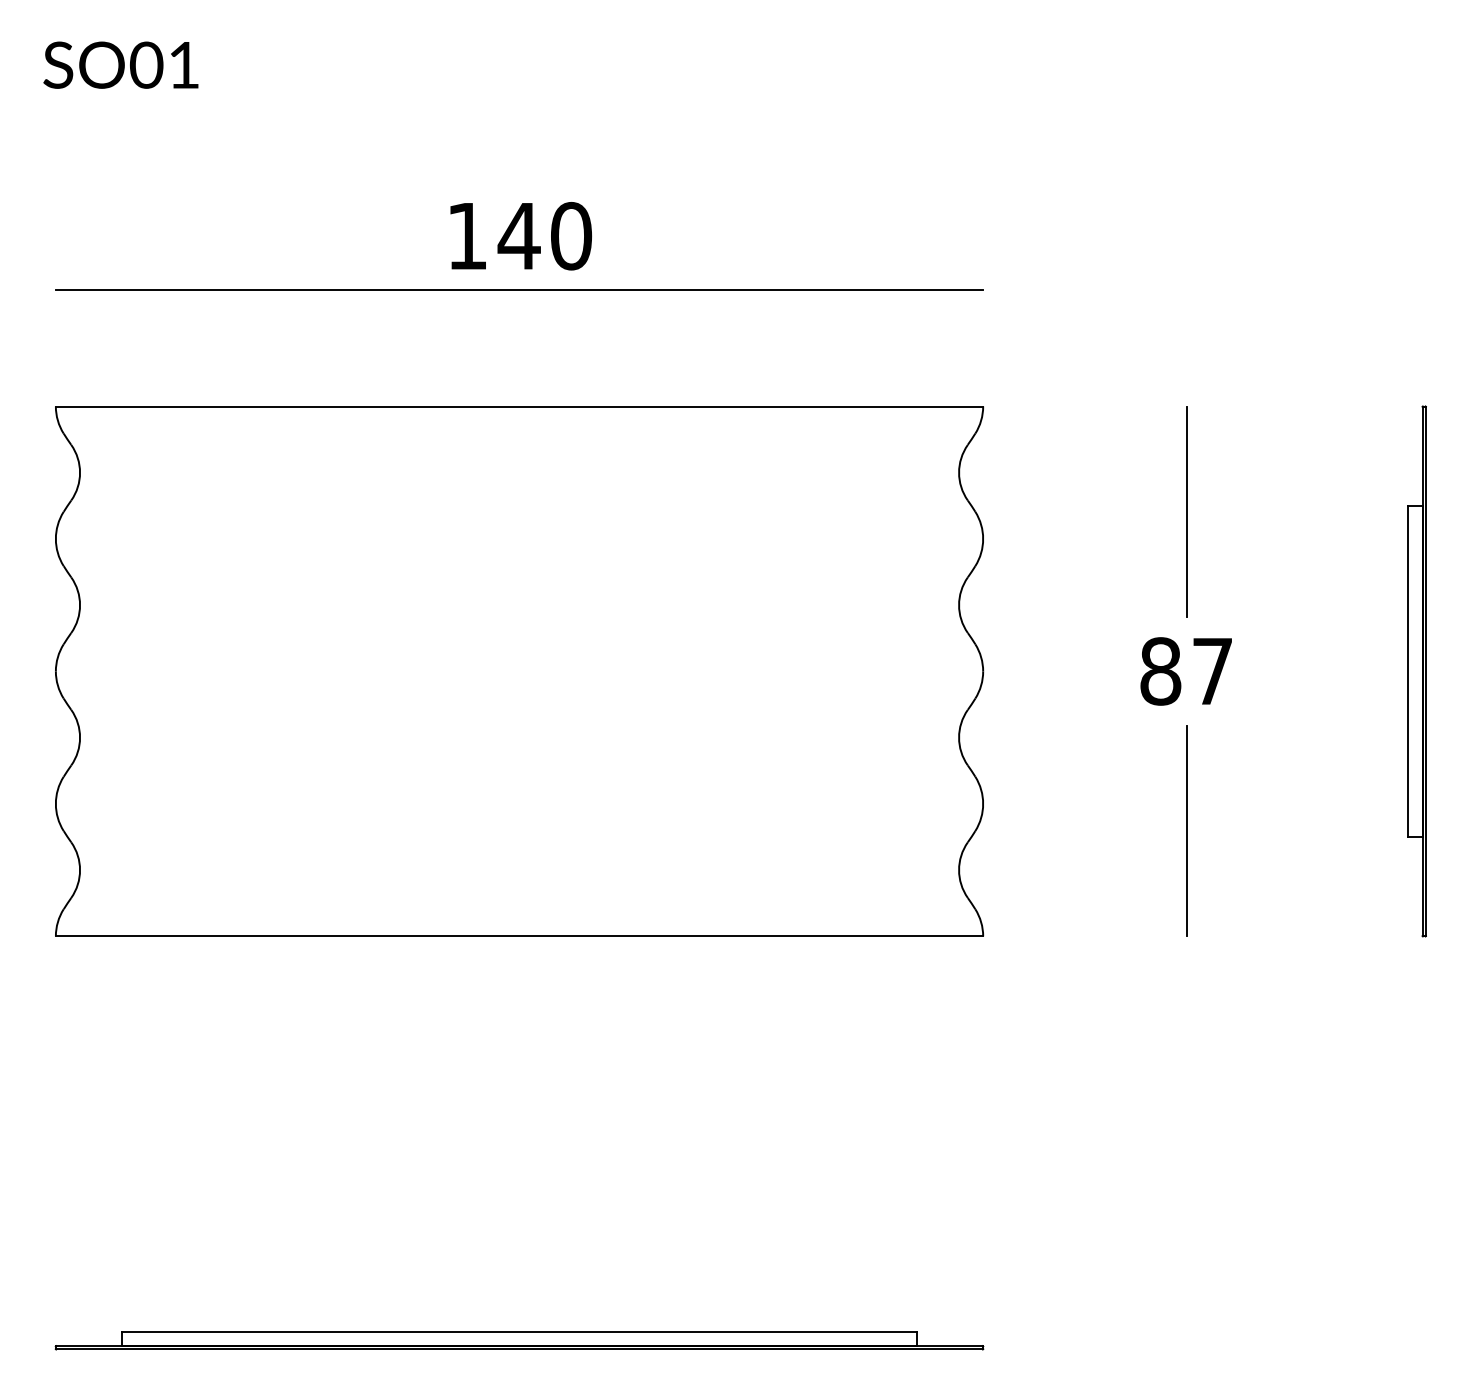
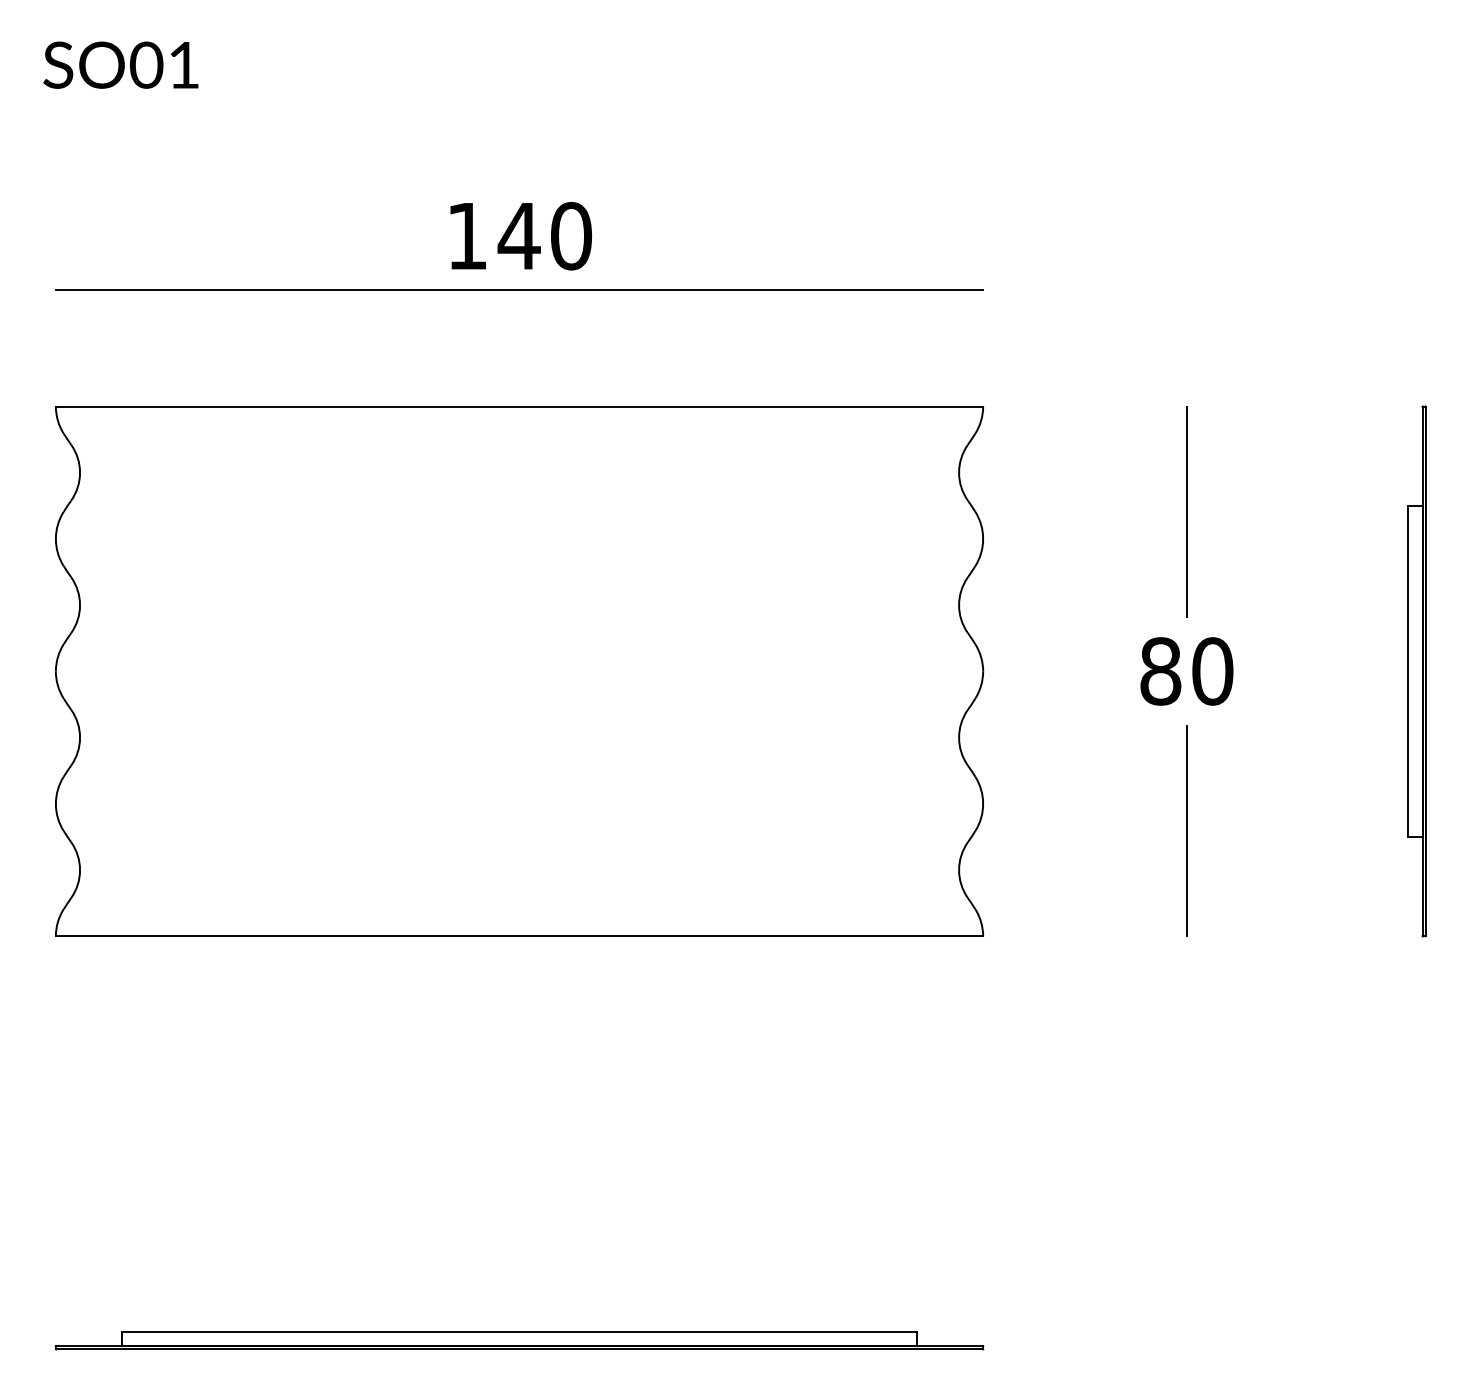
text at (1212, 671): 87 -> 80
